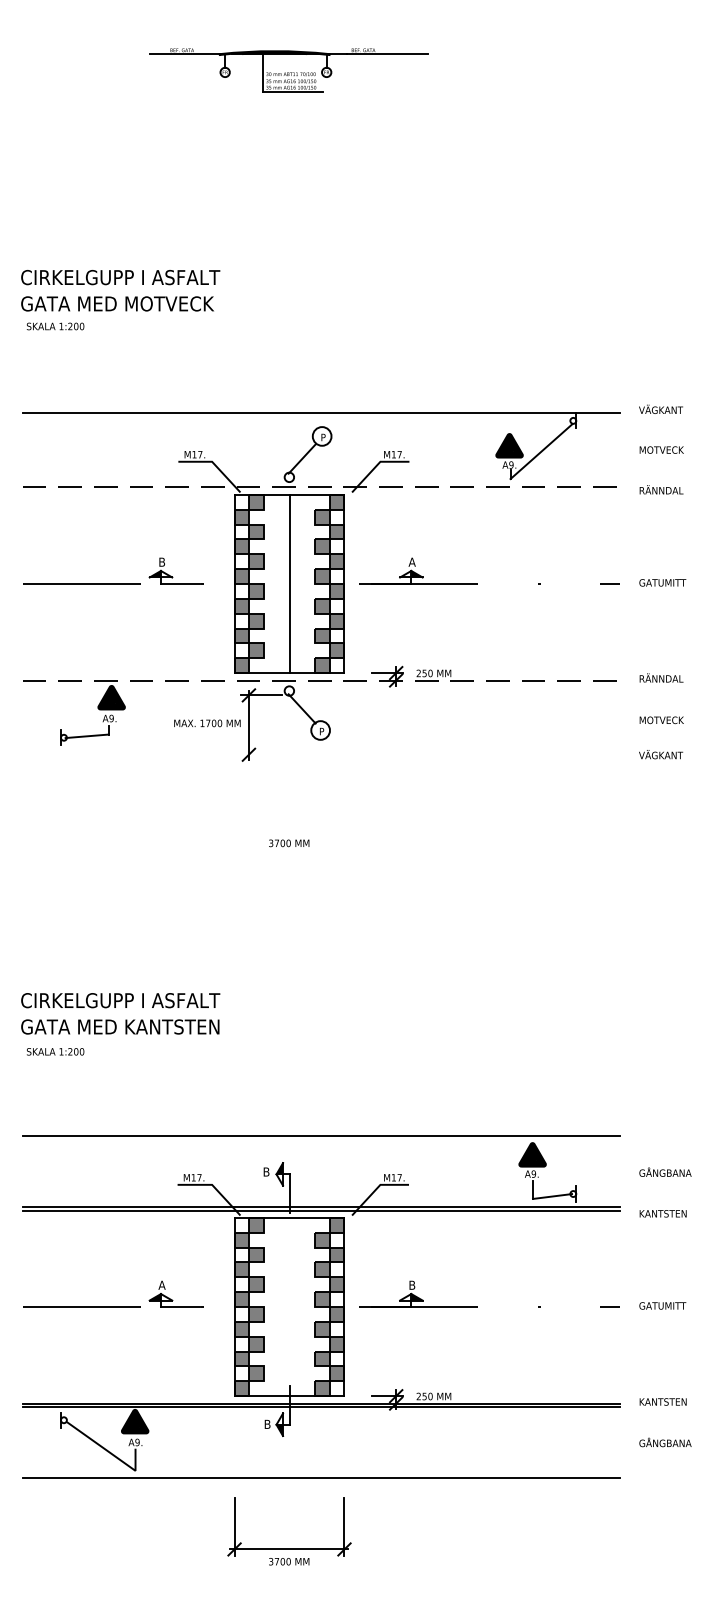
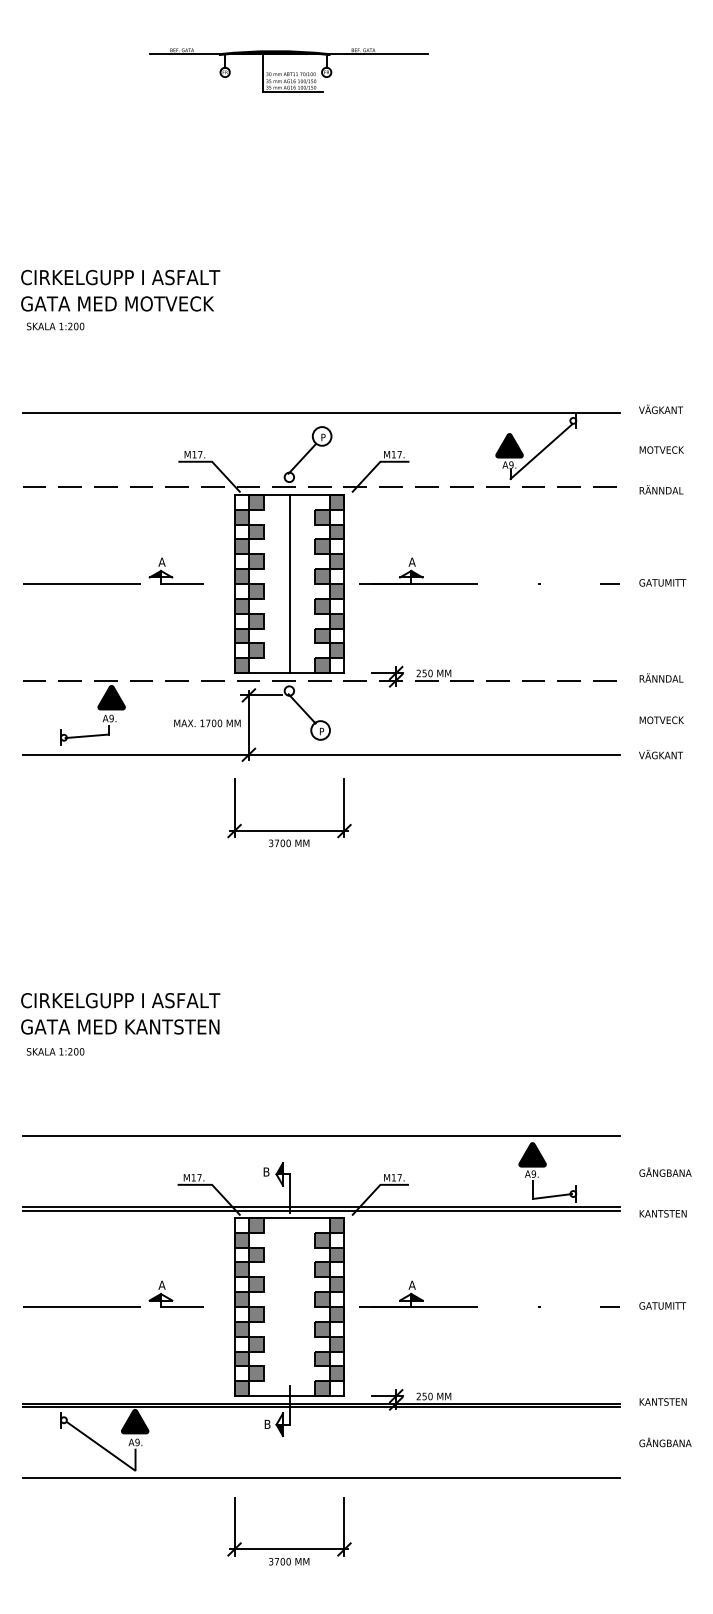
text at (161, 561): B -> A
line at (320, 754): none -> present
part at (289, 830): none -> present
text at (411, 1284): B -> A
